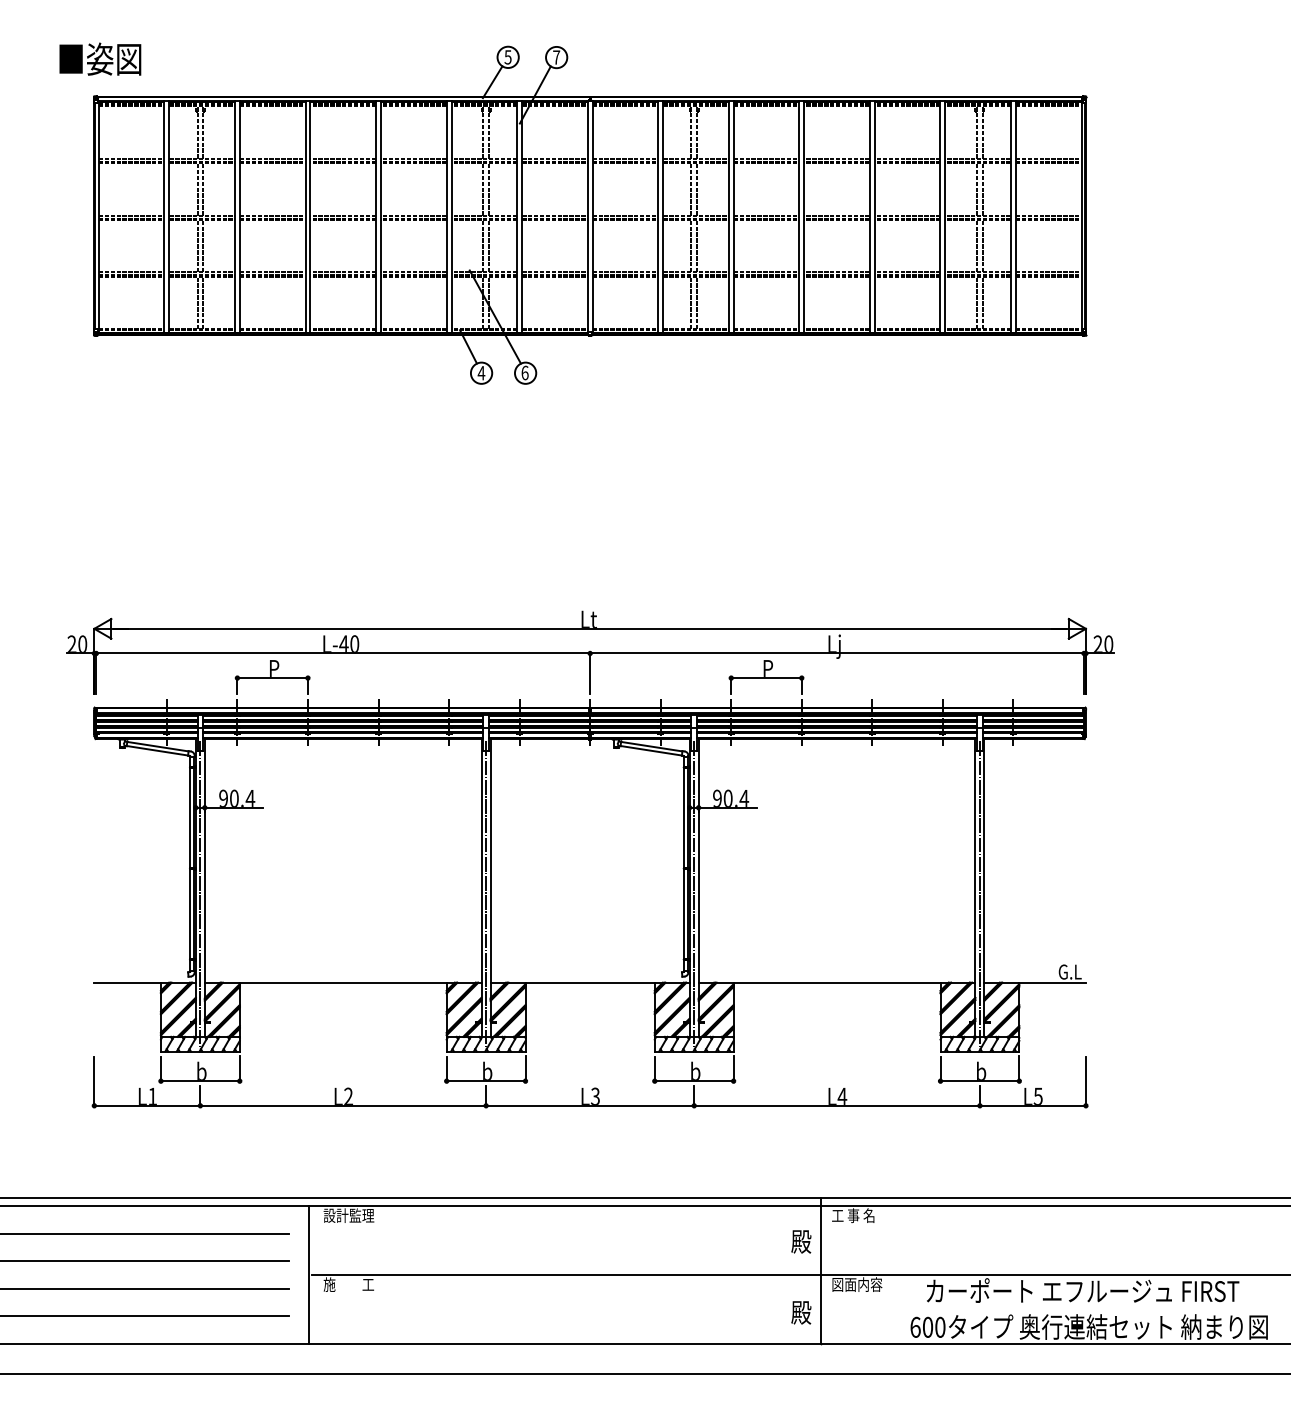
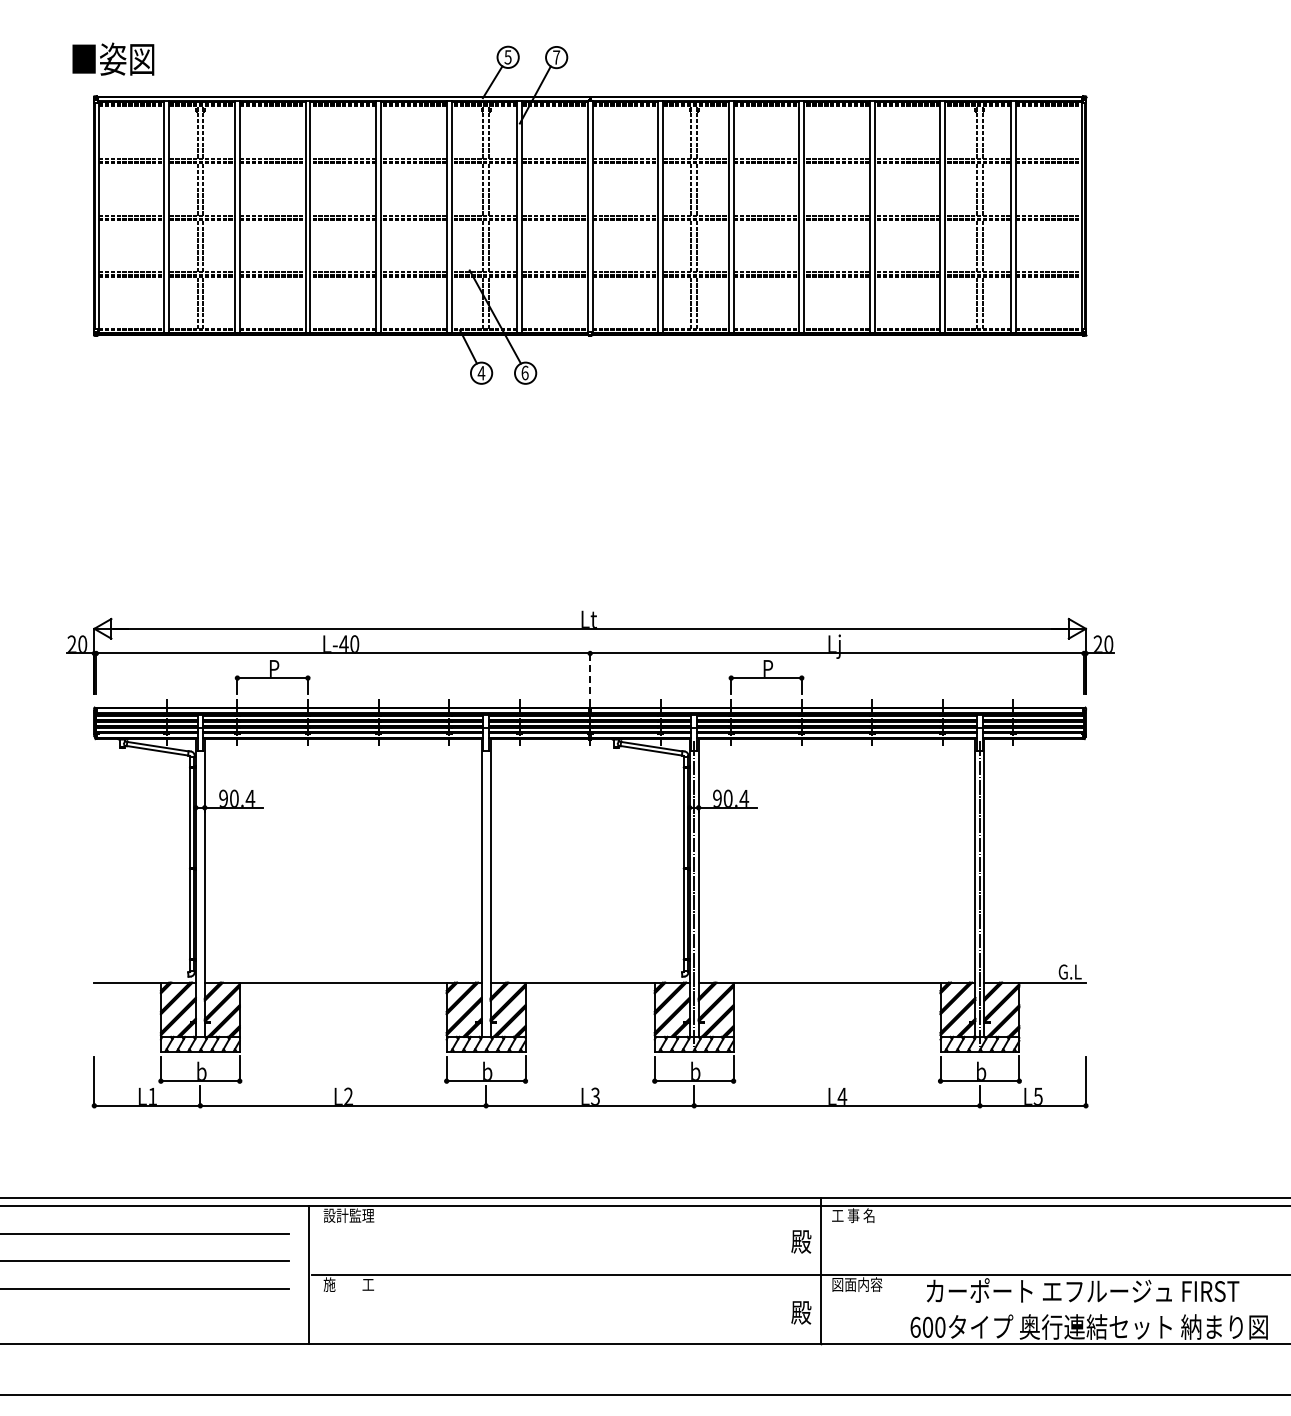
text at (100, 58) position: (100, 58) -> (113, 58)
line at (590, 673): solid -> dashed
line at (200, 893): present -> none
line at (486, 893): present -> none
line at (145, 1316): present -> none
line at (644, 1373) position: (644, 1373) -> (644, 1394)
